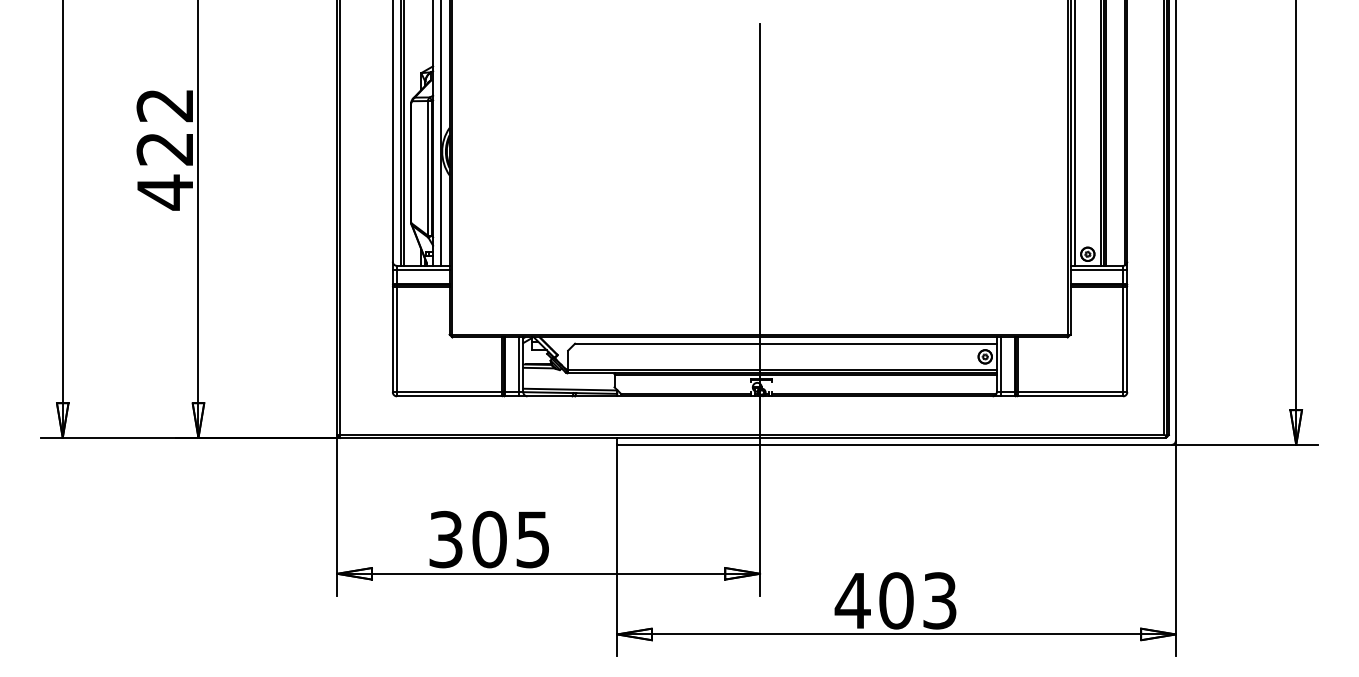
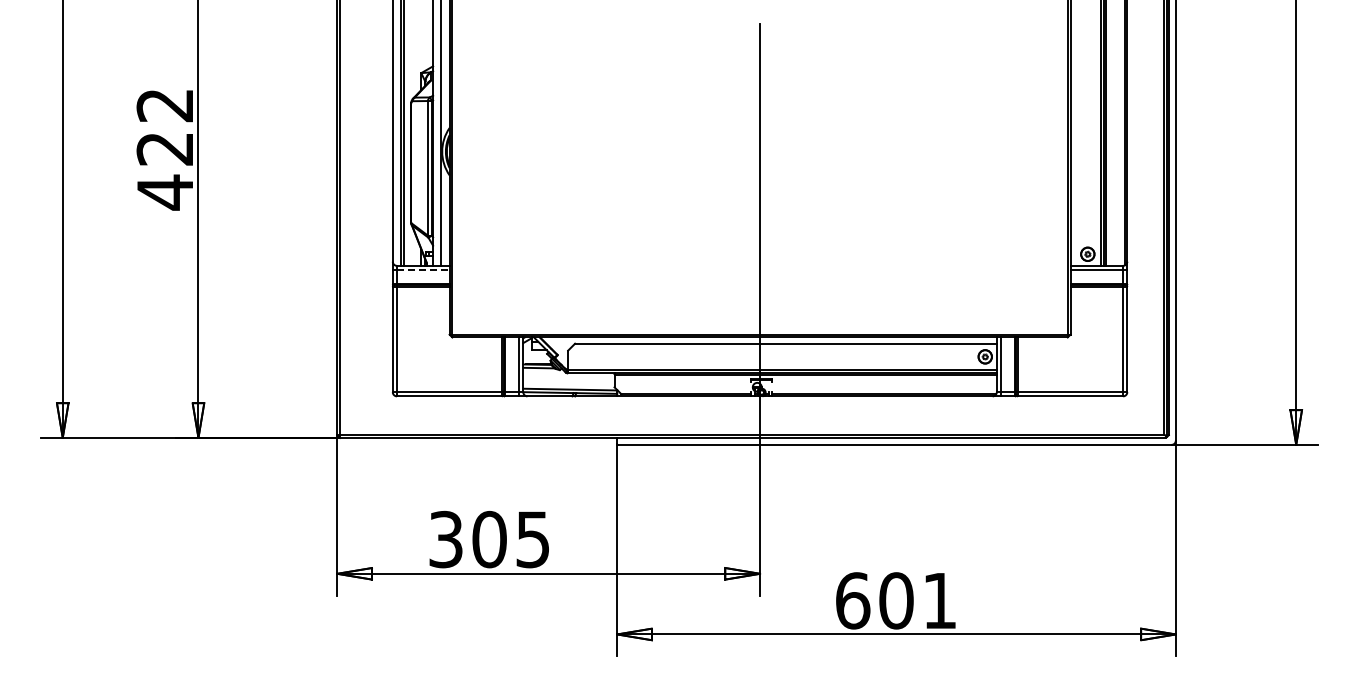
line at (1074, 133): present -> none
line at (423, 270): solid -> dashed
text at (895, 600): 403 -> 601
